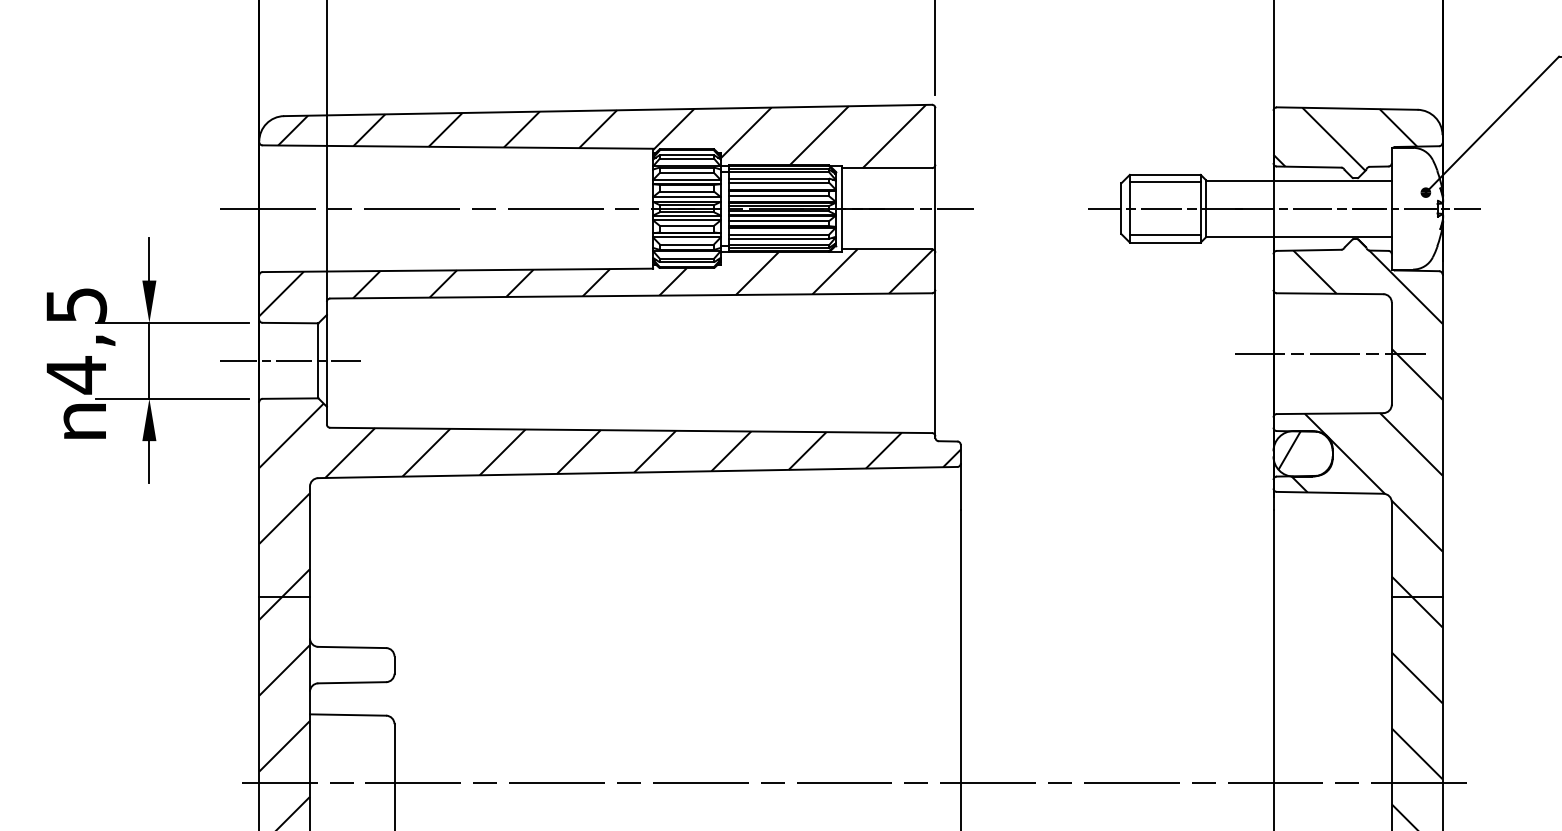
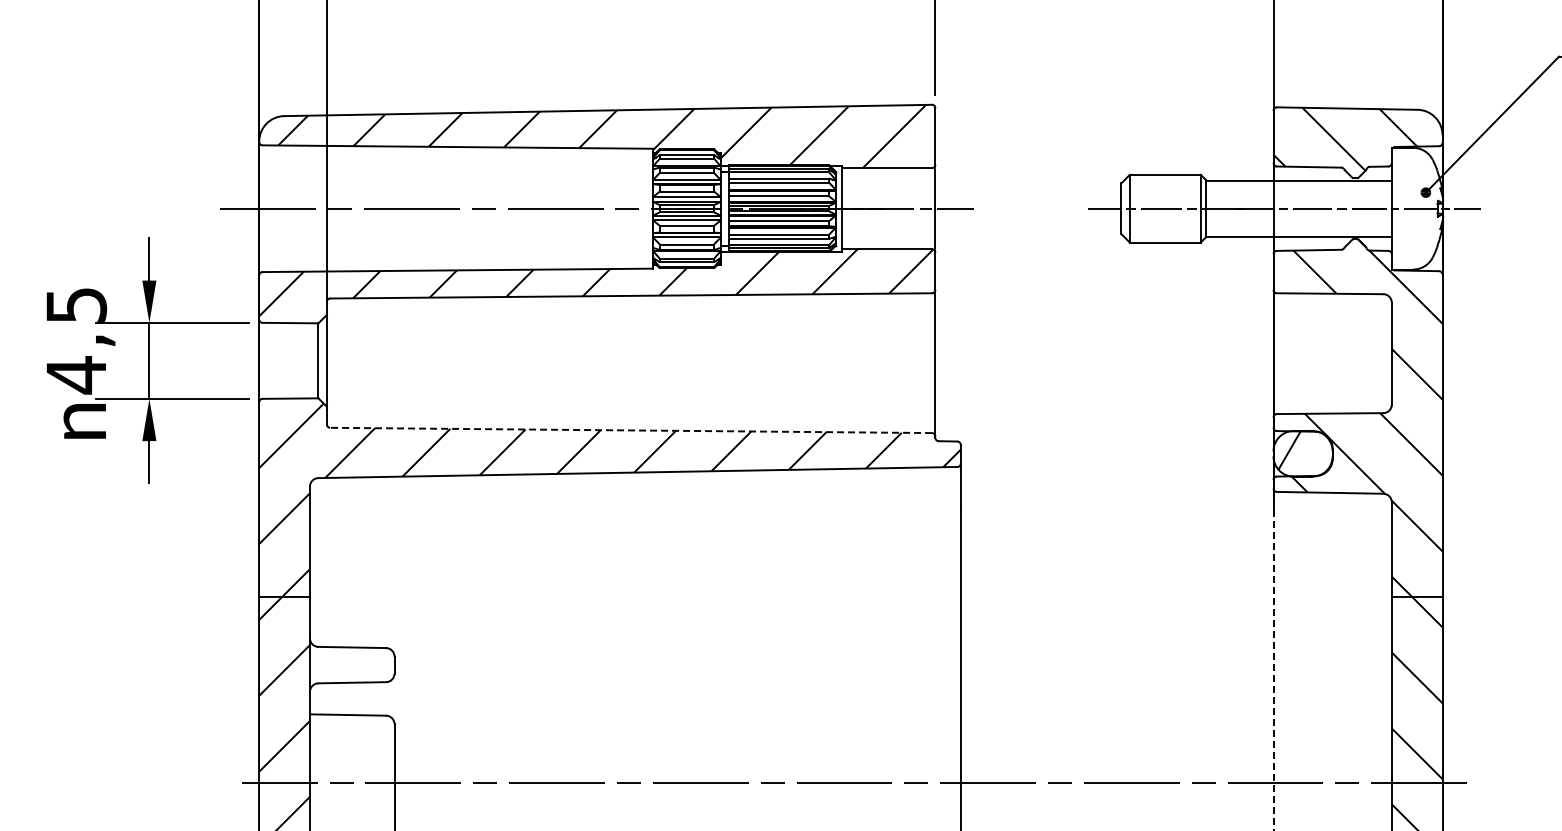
line at (1164, 181): present -> none
line at (1164, 235): present -> none
line at (1329, 353): present -> none
line at (290, 360): present -> none
line at (631, 430): solid -> dashed
line at (1273, 670): solid -> dashed
